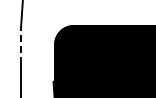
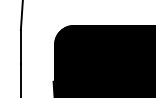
line at (20, 46): dashed -> solid
